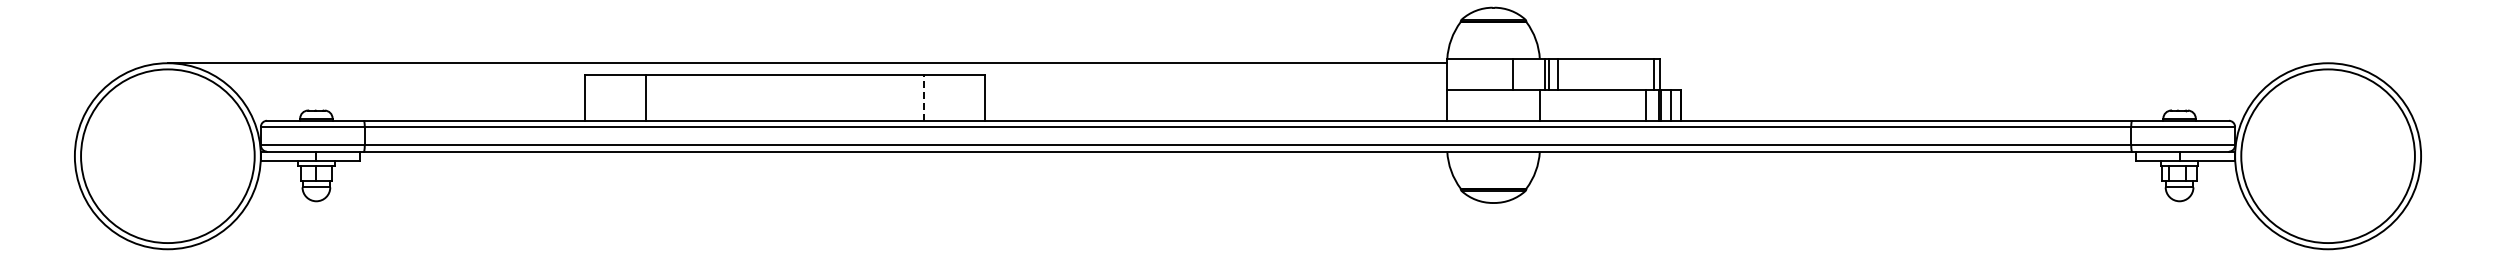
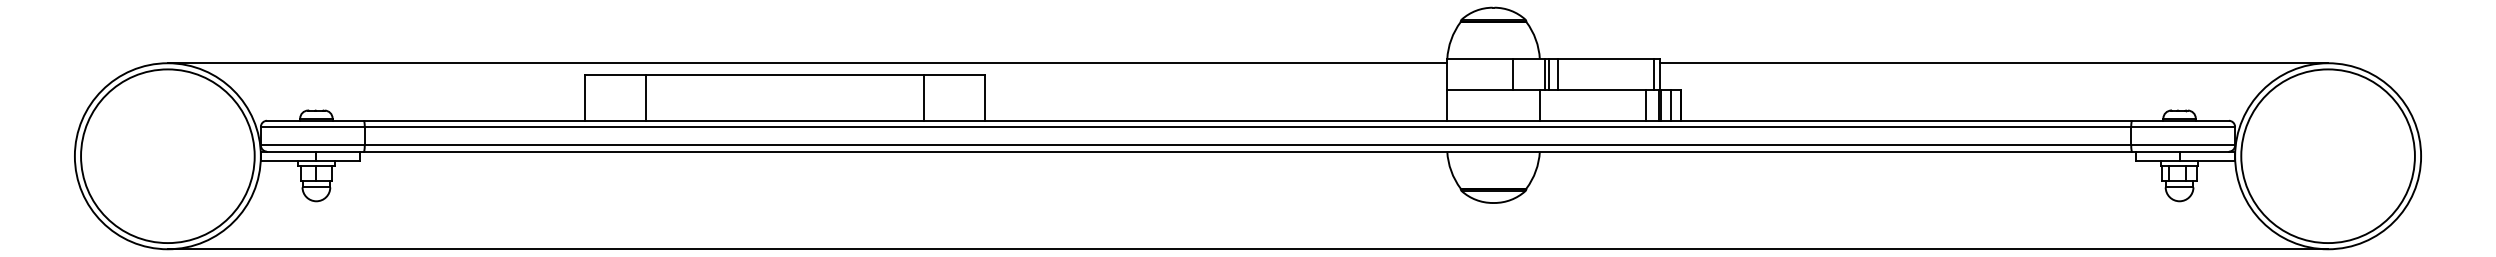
line at (1993, 63): none -> present
line at (924, 97): dashed -> solid
line at (1247, 249): none -> present
